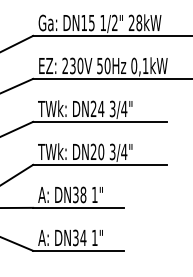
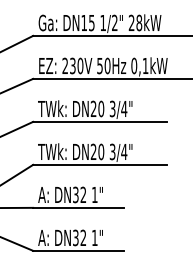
text at (101, 108): DN24 -> DN20
text at (83, 194): DN38 -> DN32
text at (83, 237): DN34 -> DN32
